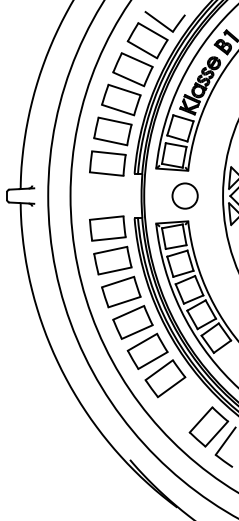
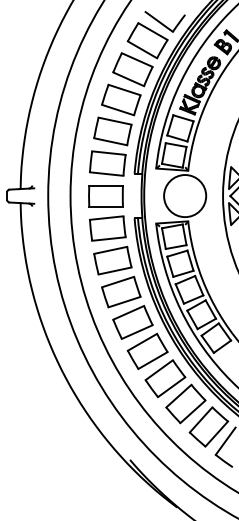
circle at (184, 195) diameter: 25 px -> 42 px
part at (105, 196): none -> present
part at (185, 403): none -> present
